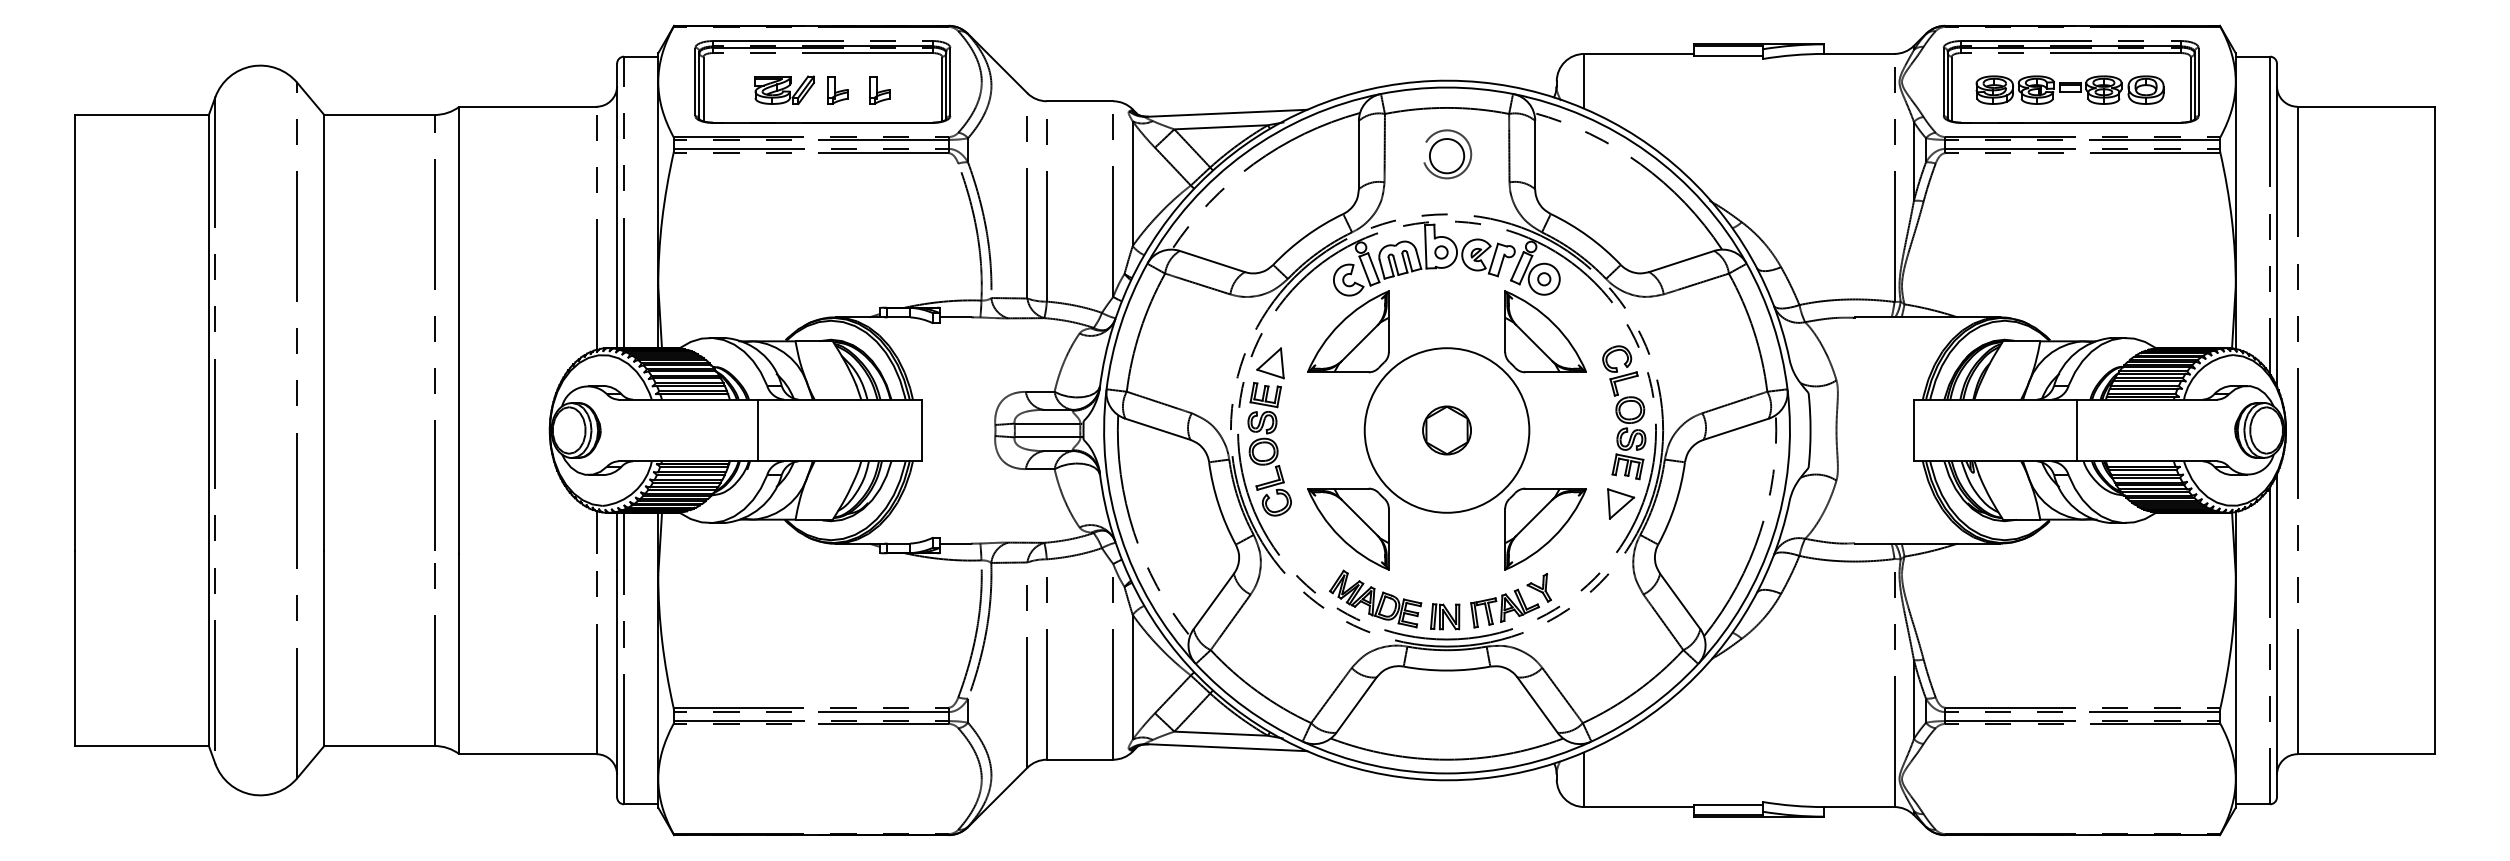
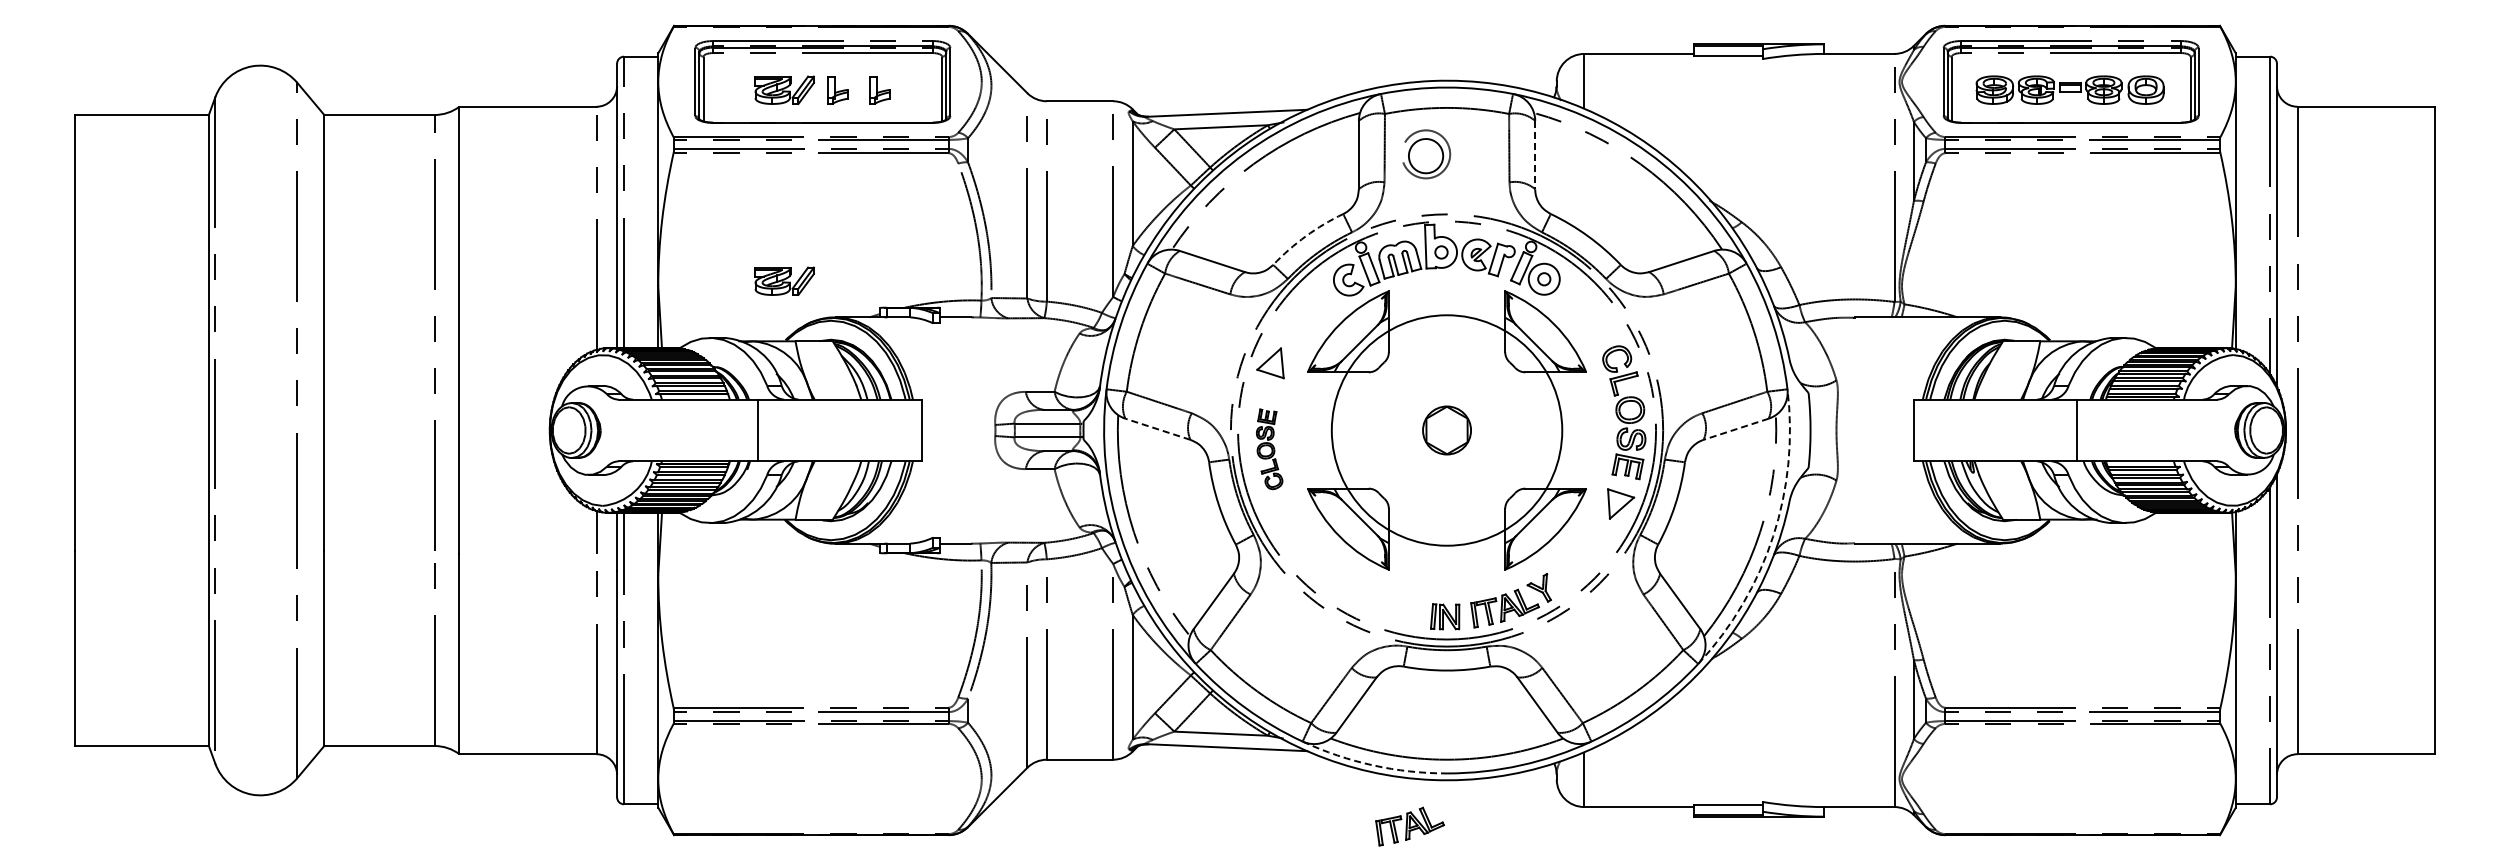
part at (1447, 154) position: (1447, 154) -> (1426, 154)
line at (1535, 155): solid -> dashed
arc at (1305, 236): solid -> dashed
part at (784, 280): none -> present
line at (1157, 429): solid -> dashed
line at (1735, 429): solid -> dashed
circle at (1446, 430) diameter: 165 px -> 230 px
part at (1269, 449) size: 45x135 px -> 28x83 px
arc at (1773, 536): solid -> dashed
part at (1375, 598): present -> none
arc at (1373, 765): solid -> dashed
part at (1409, 826): none -> present
